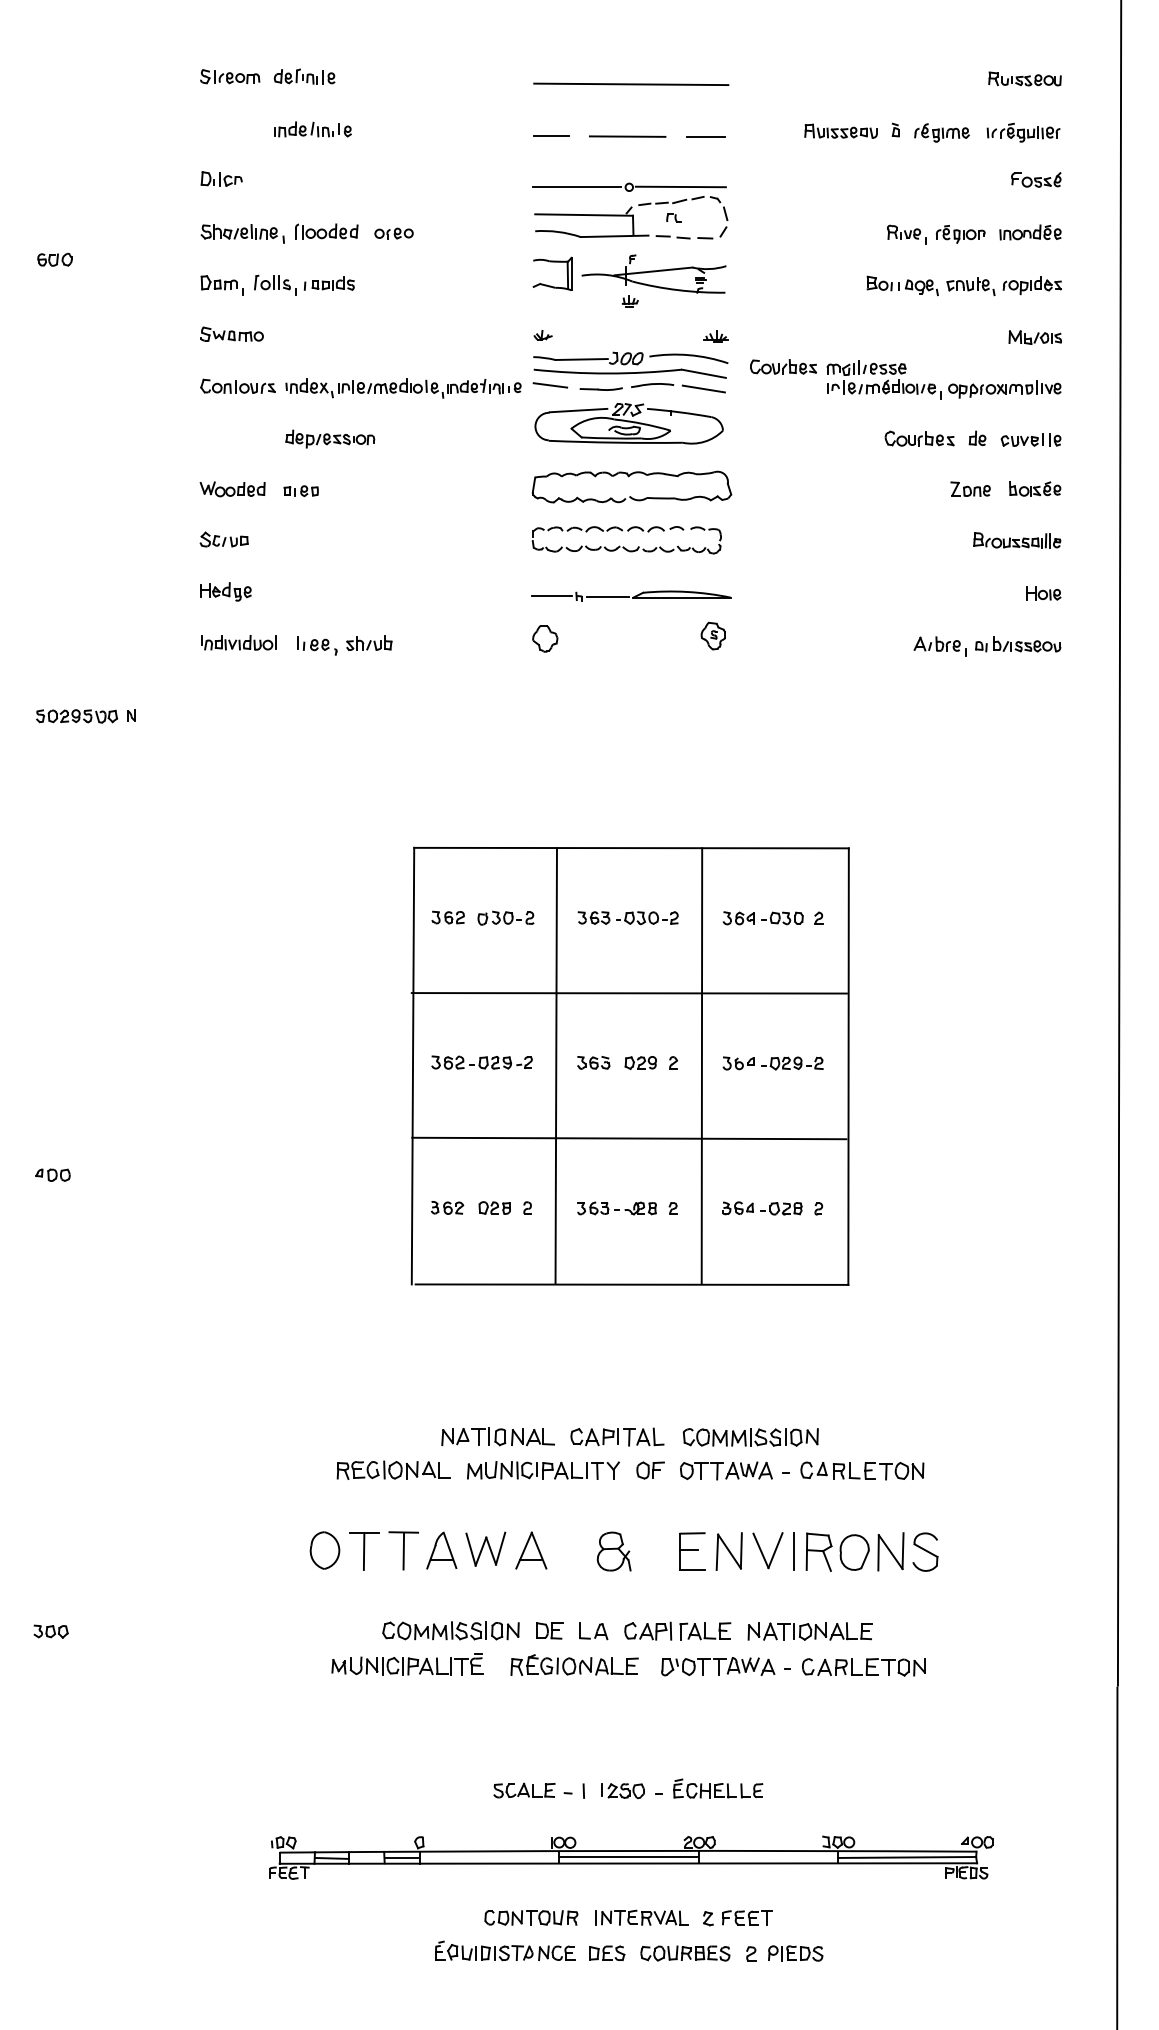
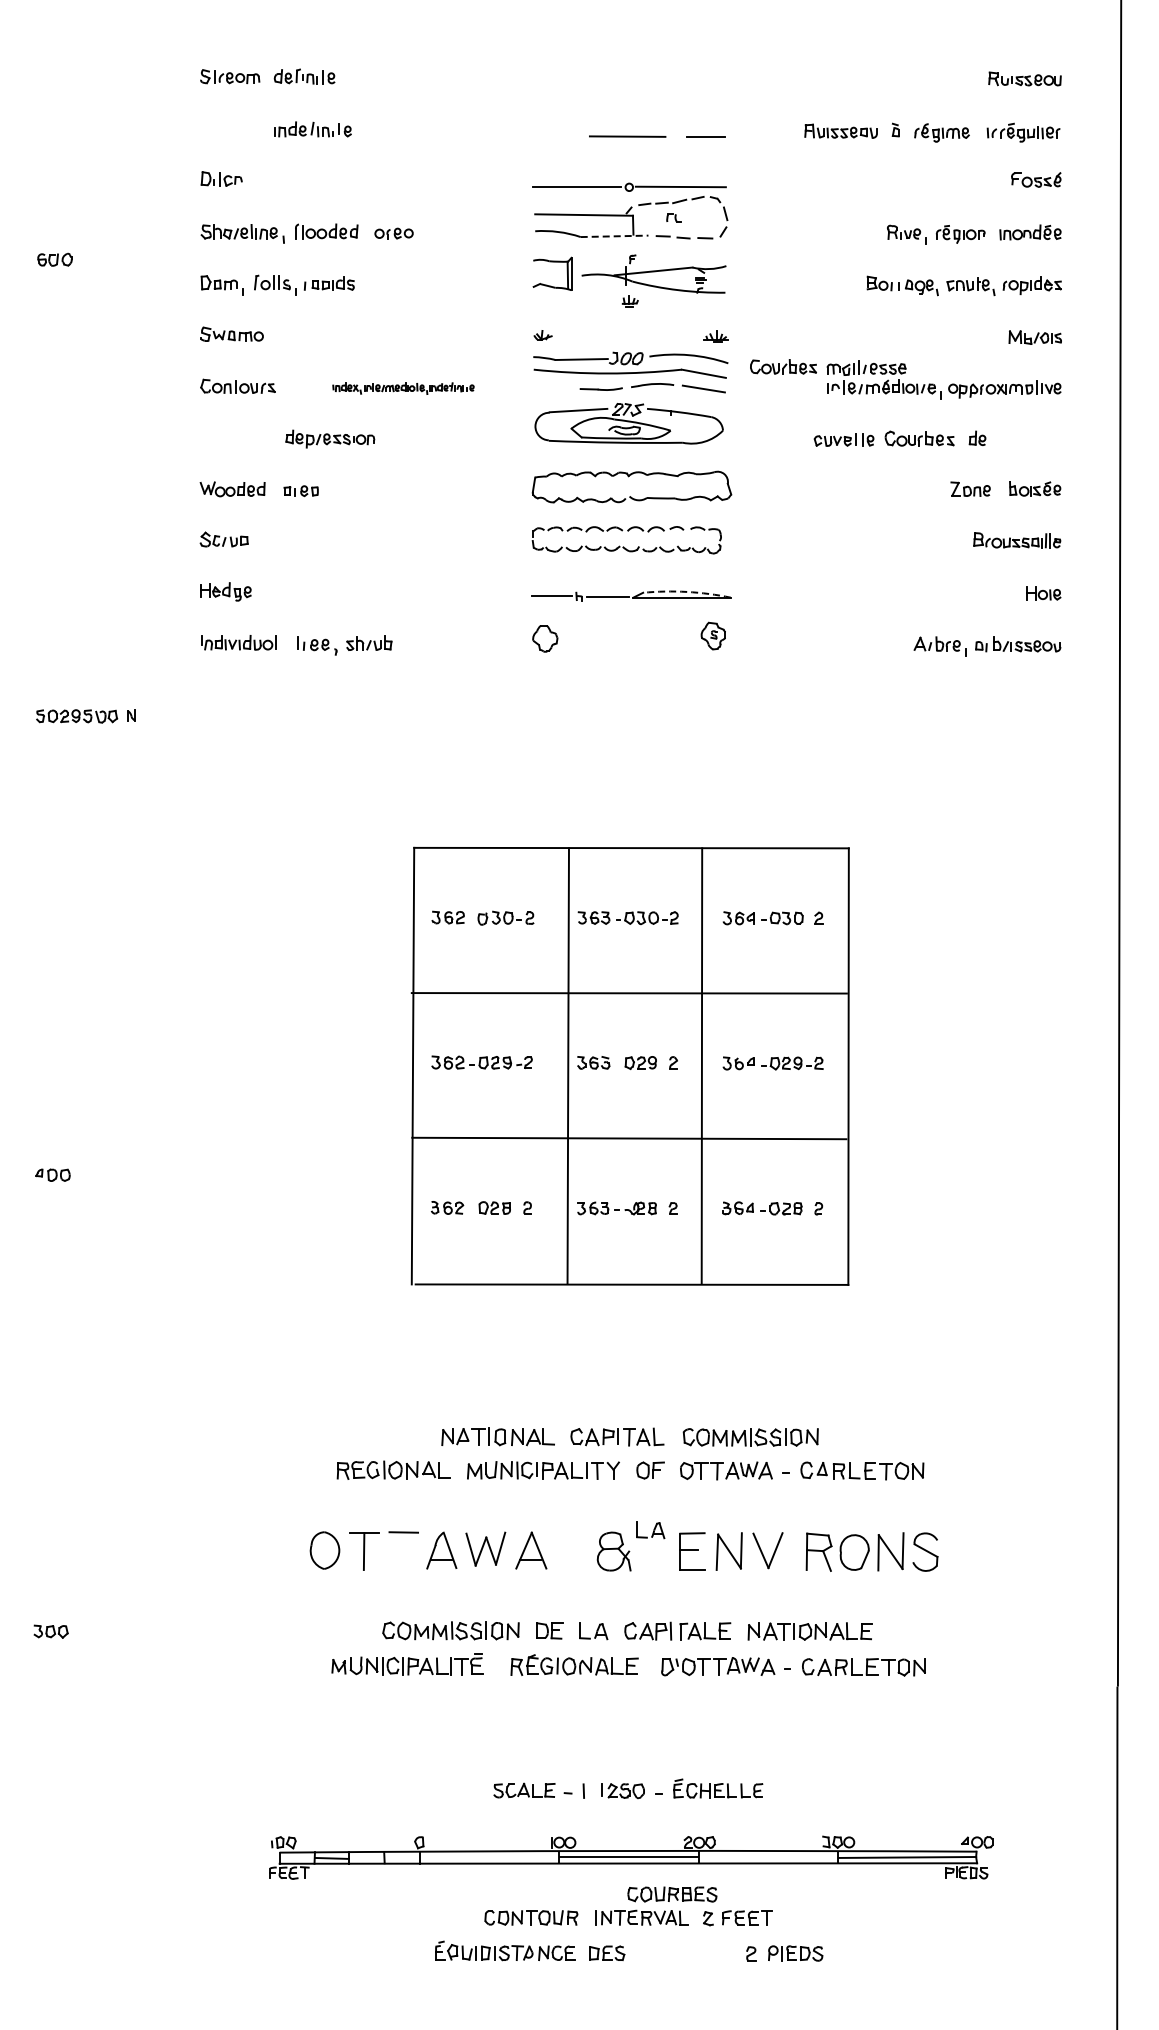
line at (631, 84): present -> none
line at (550, 136): present -> none
line at (614, 236): solid -> dashed
line at (550, 385): present -> none
part at (403, 388) size: 237x21 px -> 143x13 px
part at (1030, 439) position: (1030, 439) -> (843, 439)
arc at (687, 591): solid -> dashed
line at (555, 1065) position: (555, 1065) -> (567, 1065)
part at (650, 1530): none -> present
line at (793, 1550): present -> none
line at (403, 1551): present -> none
line at (402, 1857): present -> none
part at (685, 1953) position: (685, 1953) -> (672, 1894)
